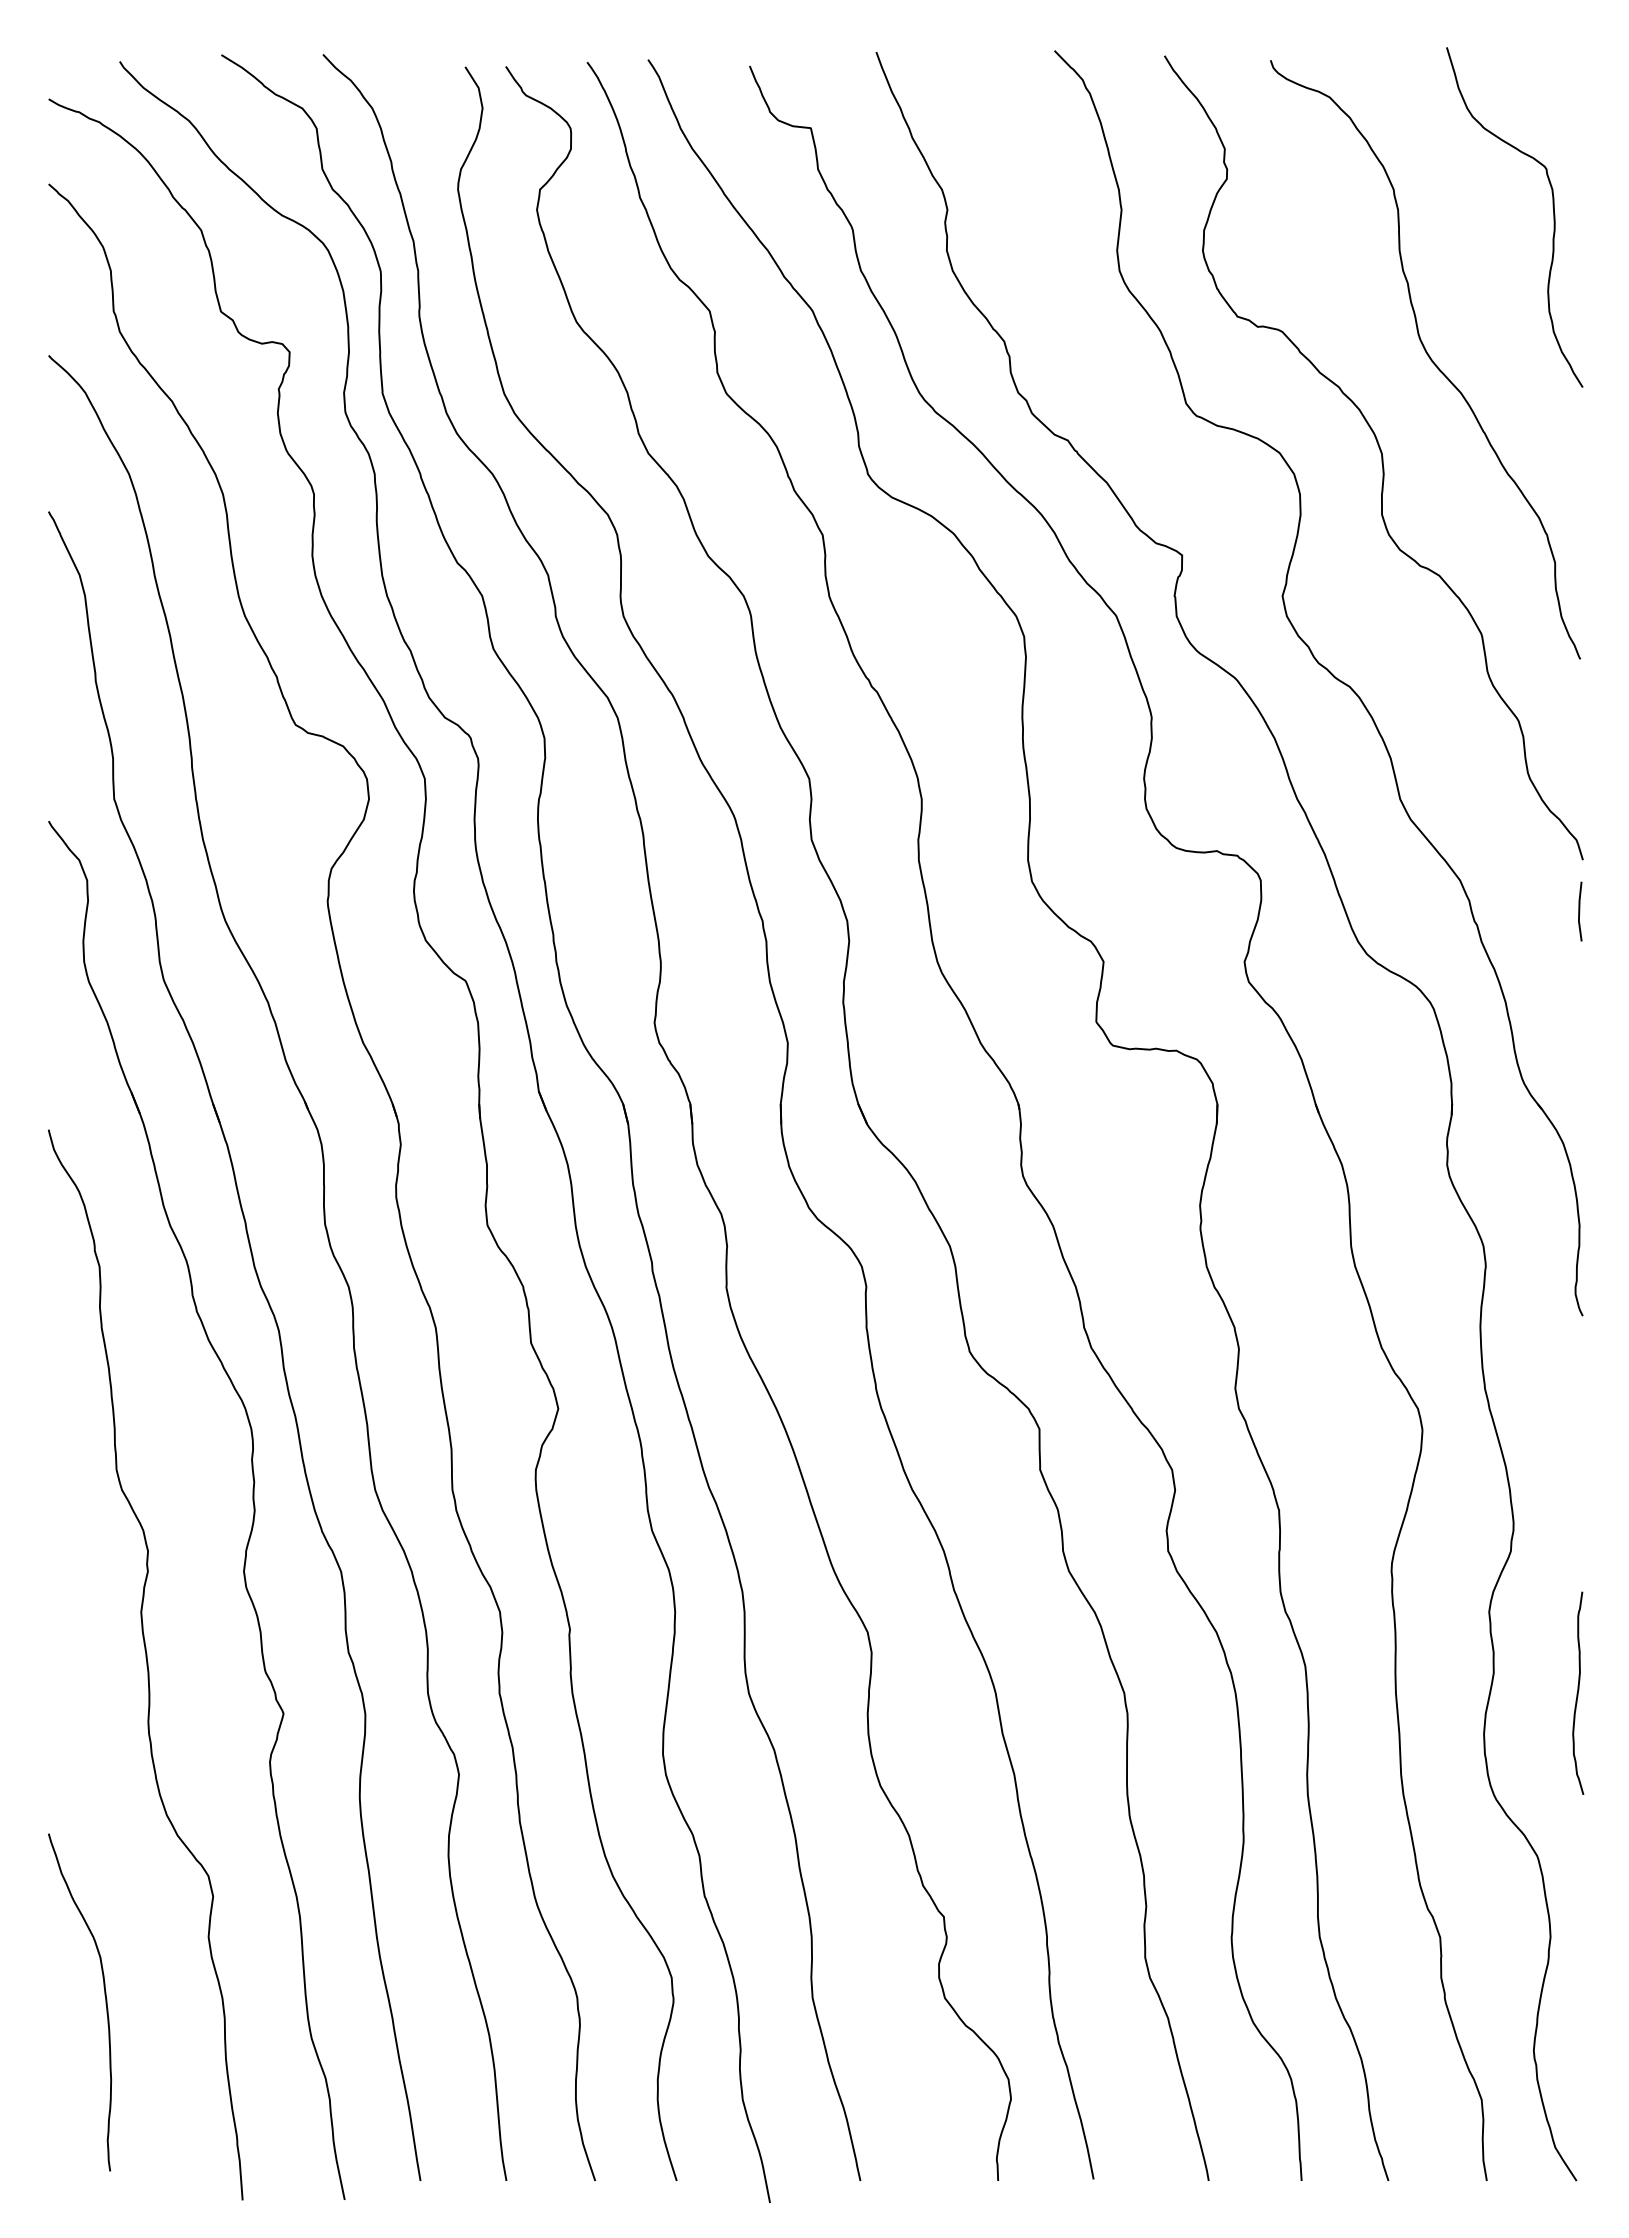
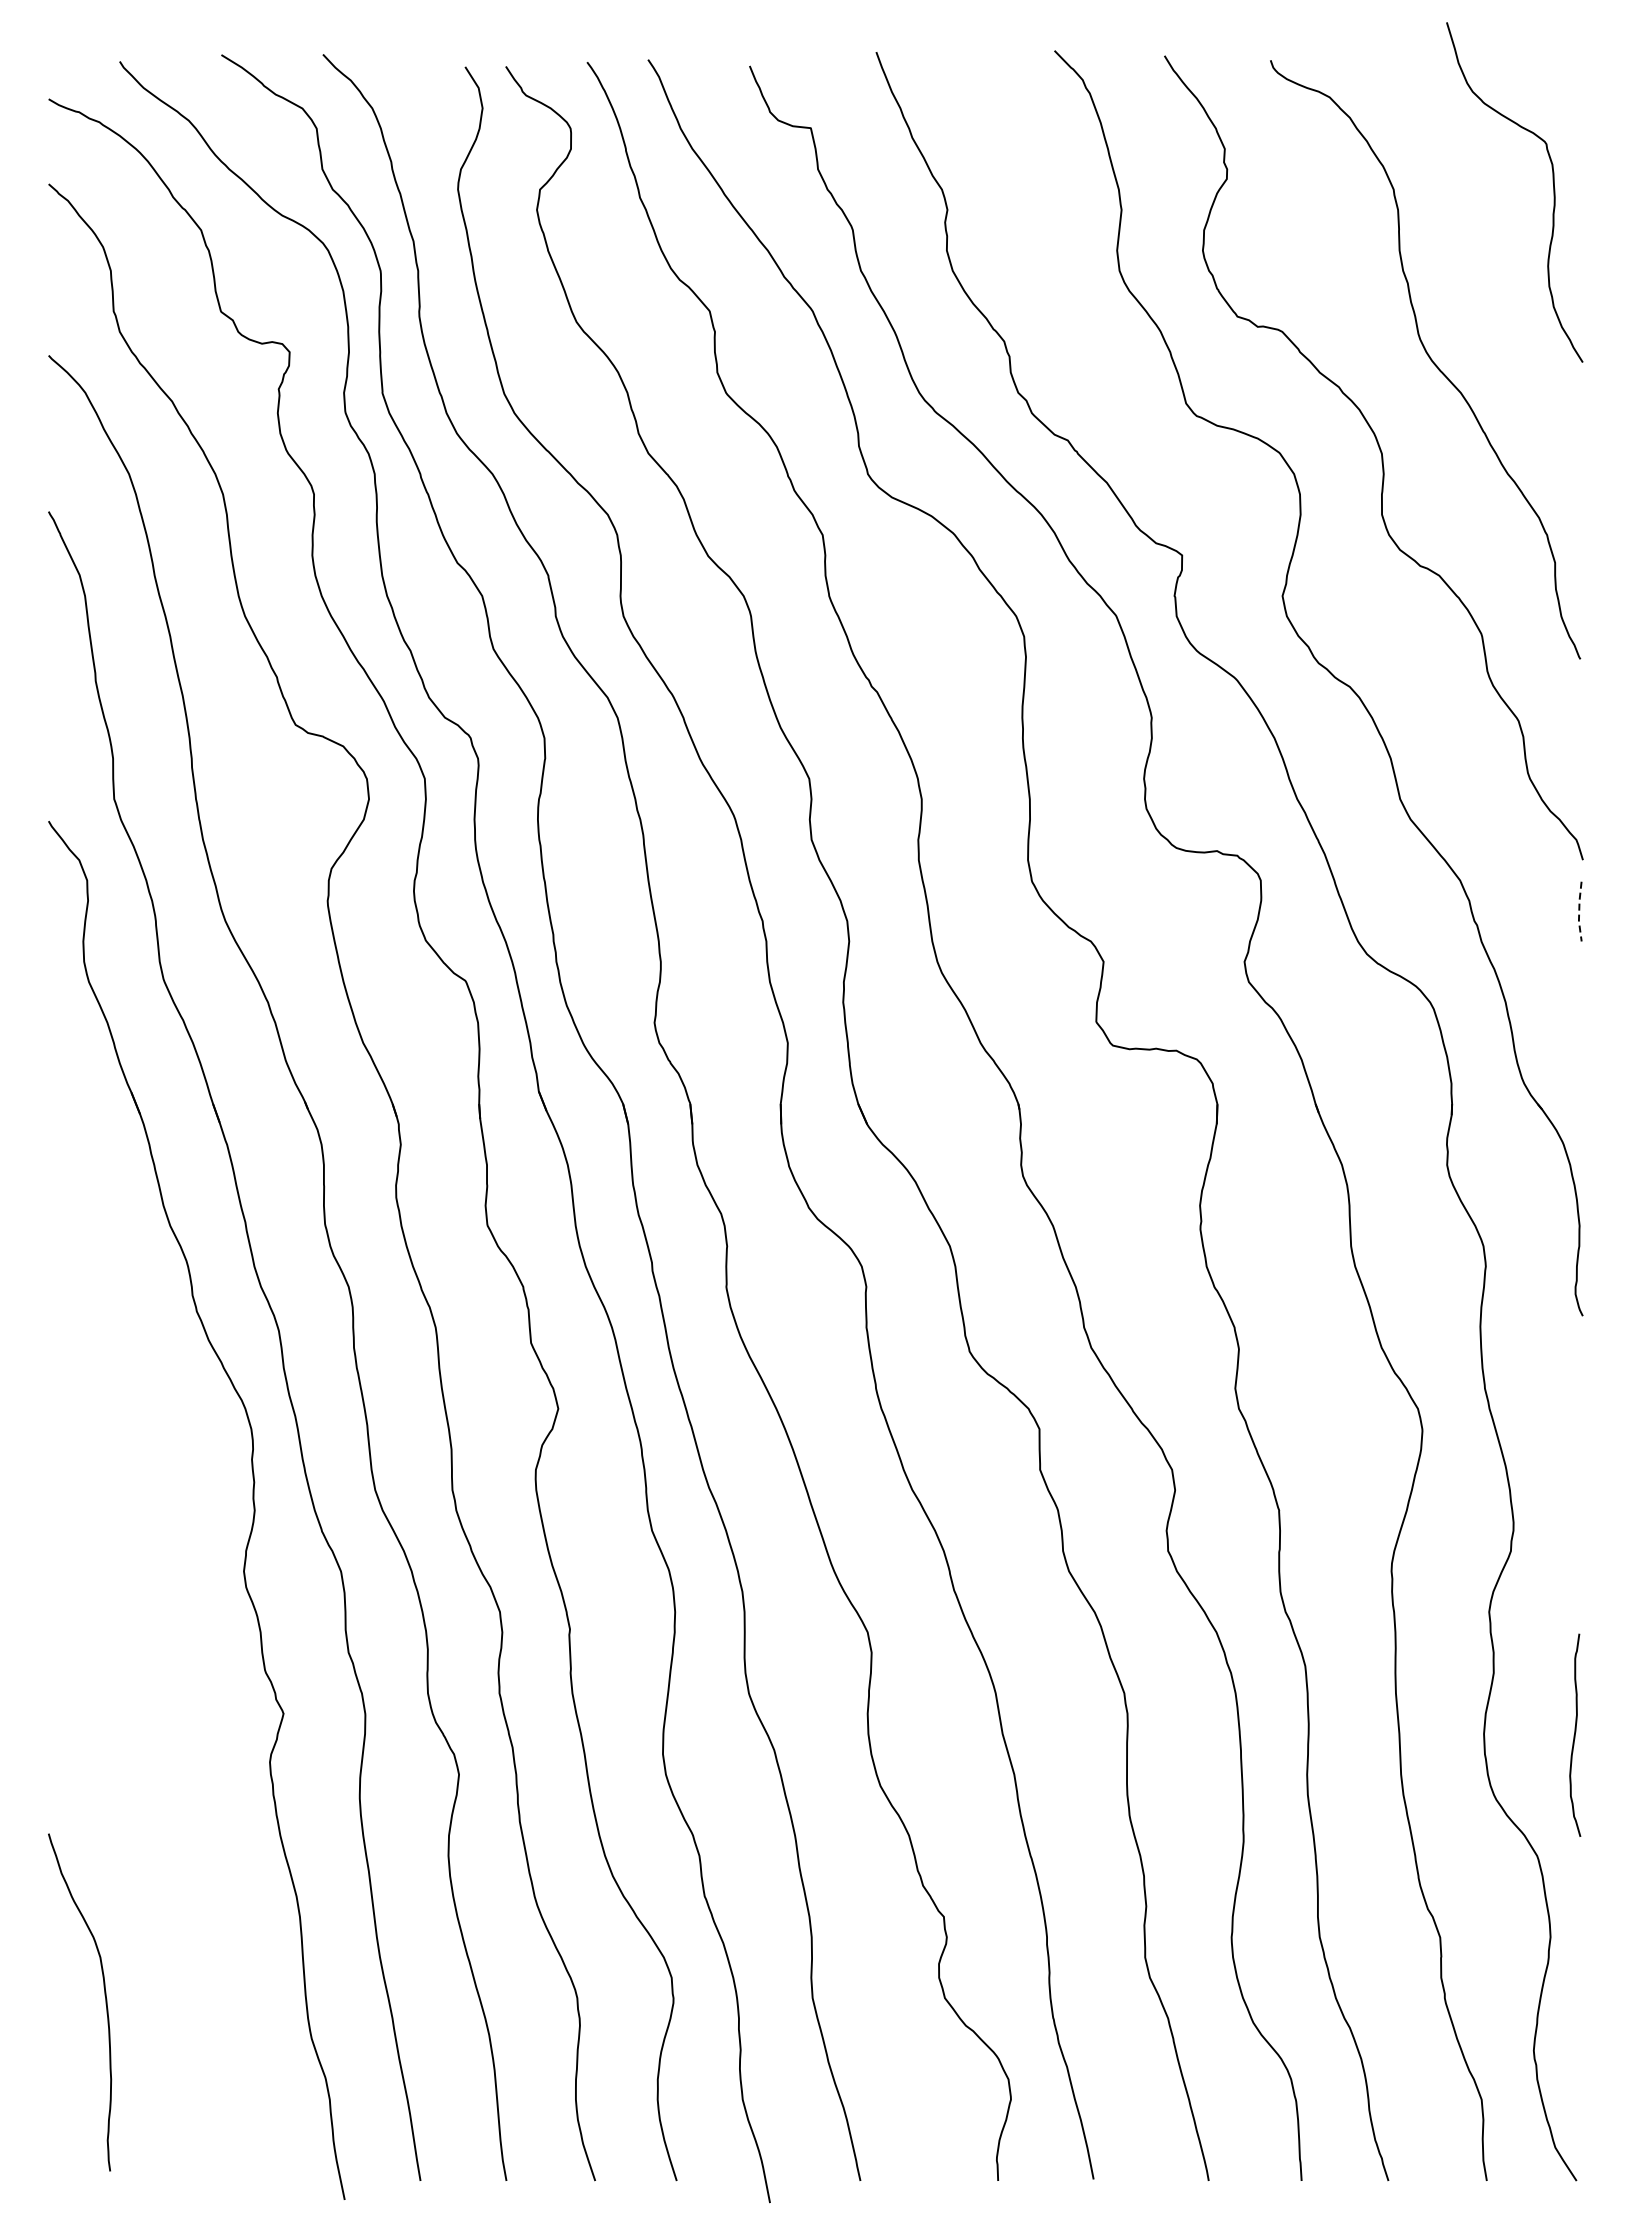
curve at (1553, 217) position: (1553, 217) -> (1553, 192)
line at (1579, 911): solid -> dashed
curve at (146, 1664): present -> none
curve at (1578, 1692) position: (1578, 1692) -> (1575, 1734)
